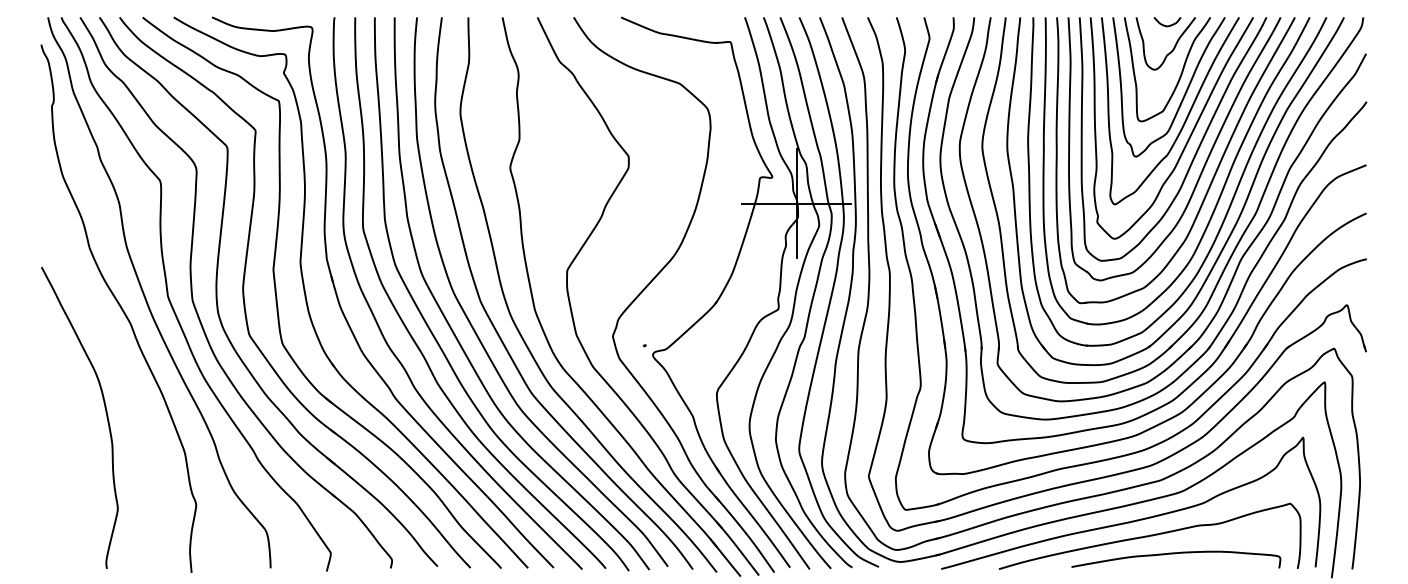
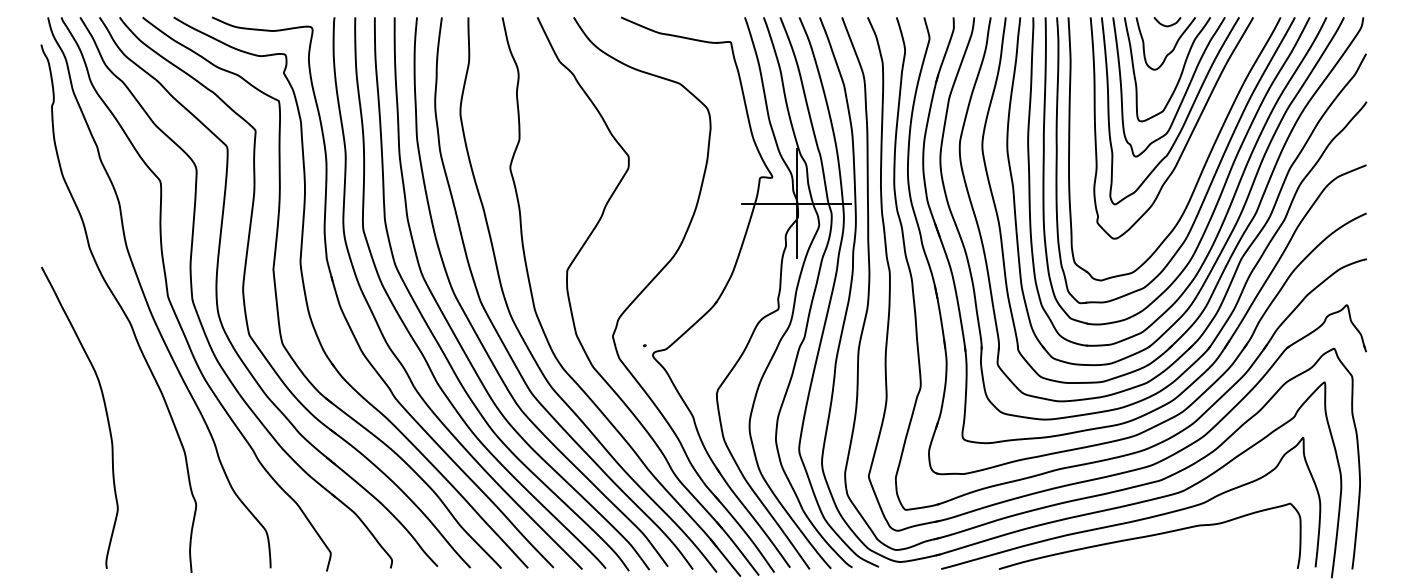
part at (1196, 150): present -> none
curve at (1175, 554): present -> none
